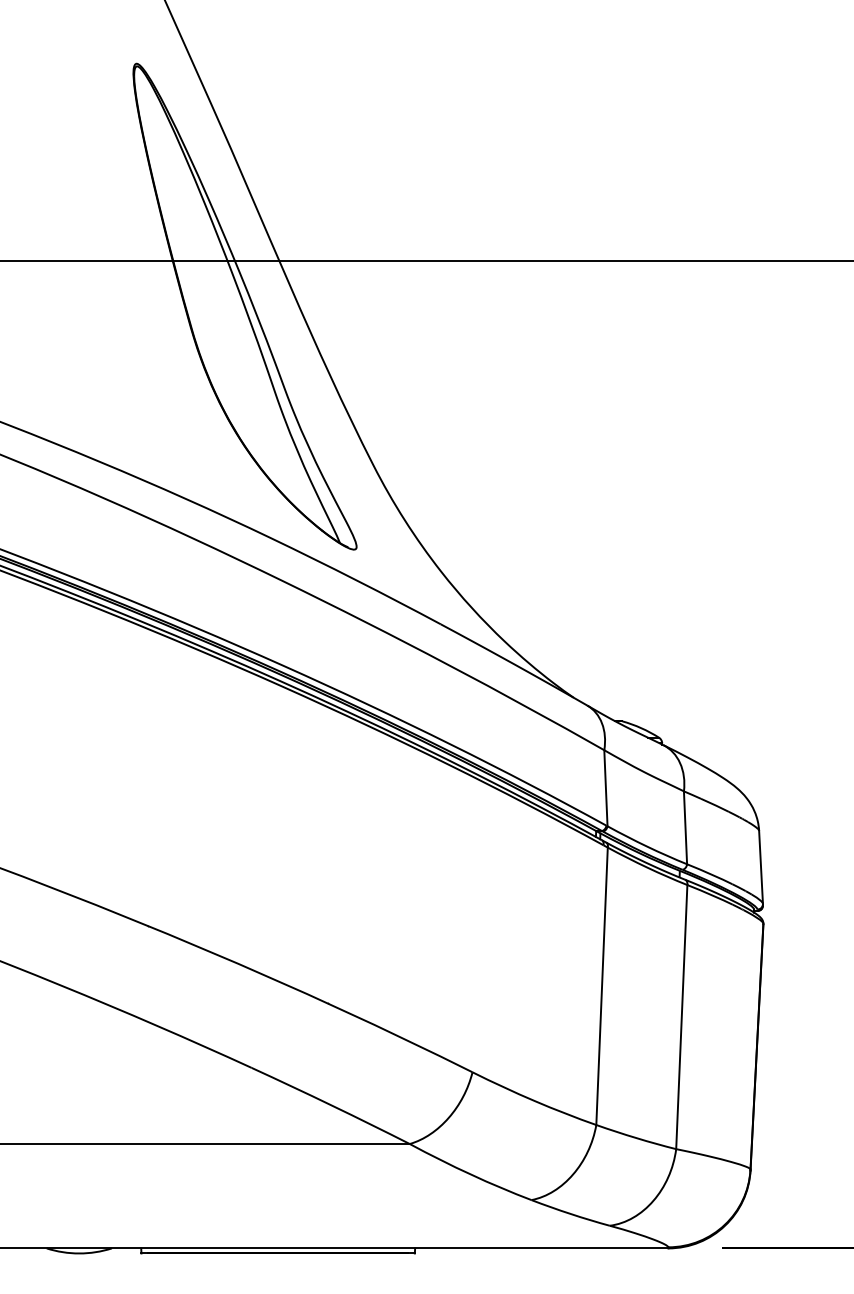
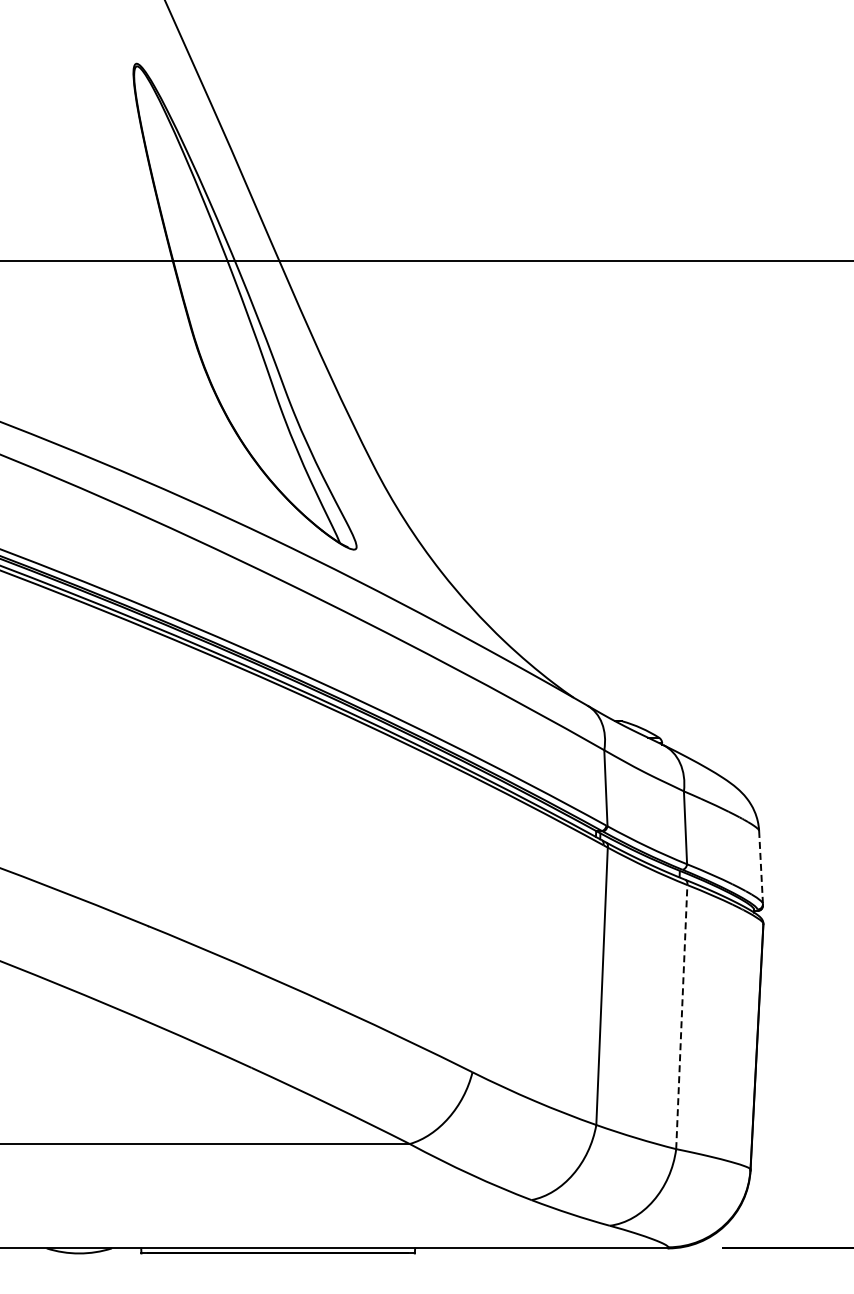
line at (761, 867): solid -> dashed
line at (681, 1016): solid -> dashed
